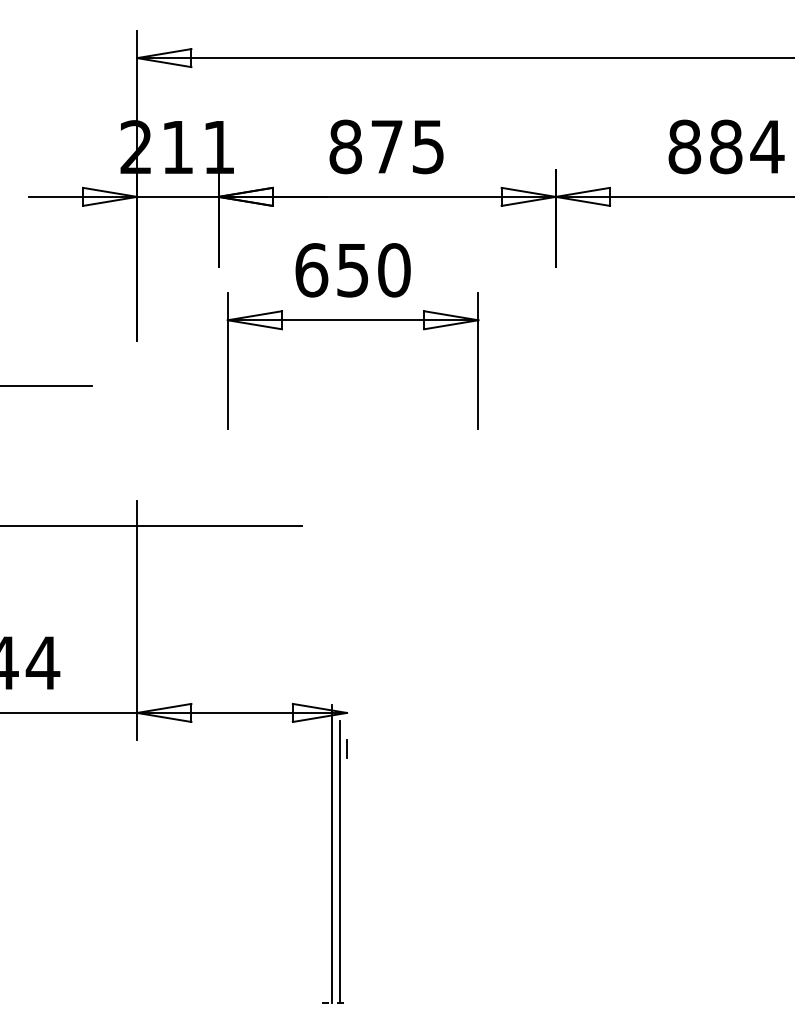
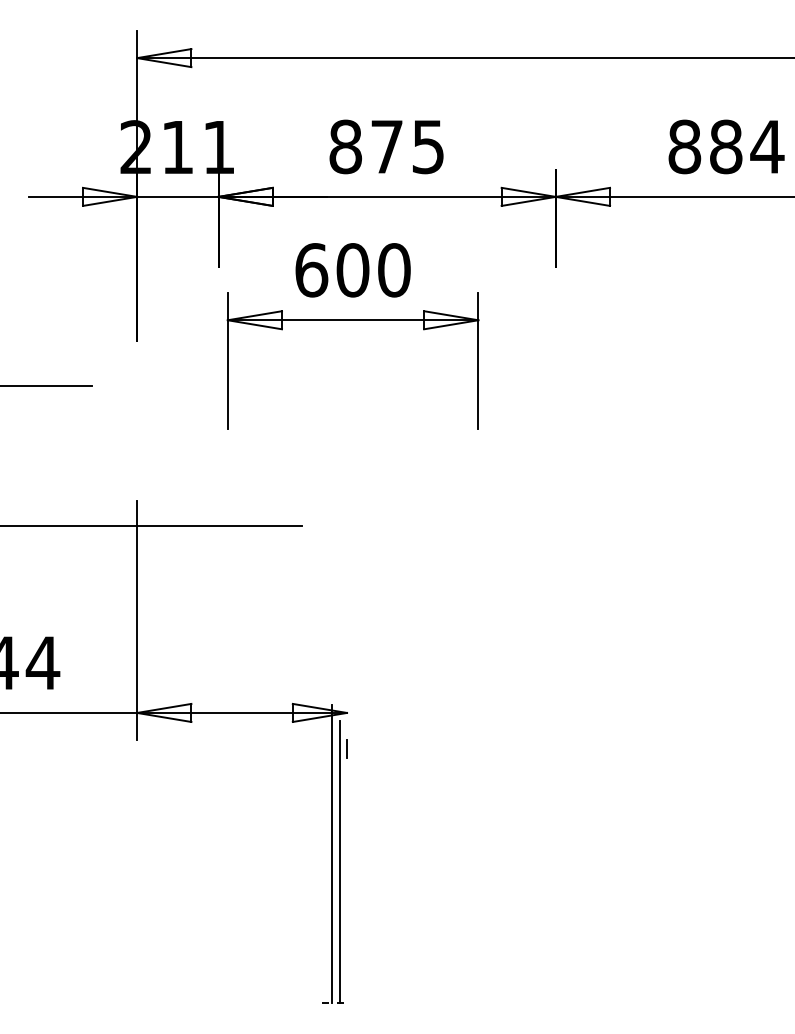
text at (352, 270): 650 -> 600
